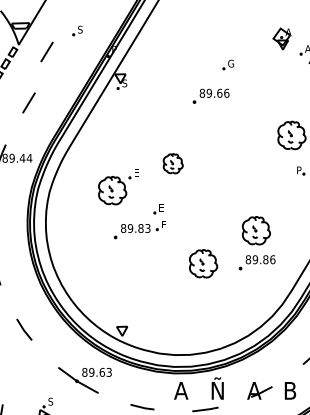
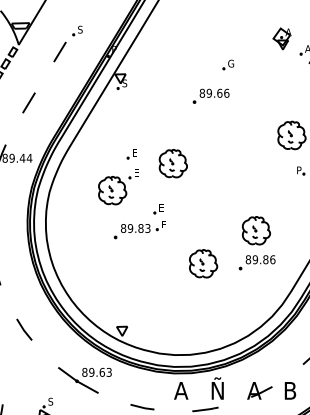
line at (46, 51) position: (46, 51) -> (59, 51)
part at (131, 154): none -> present
part at (172, 163) size: 22x22 px -> 30x30 px
